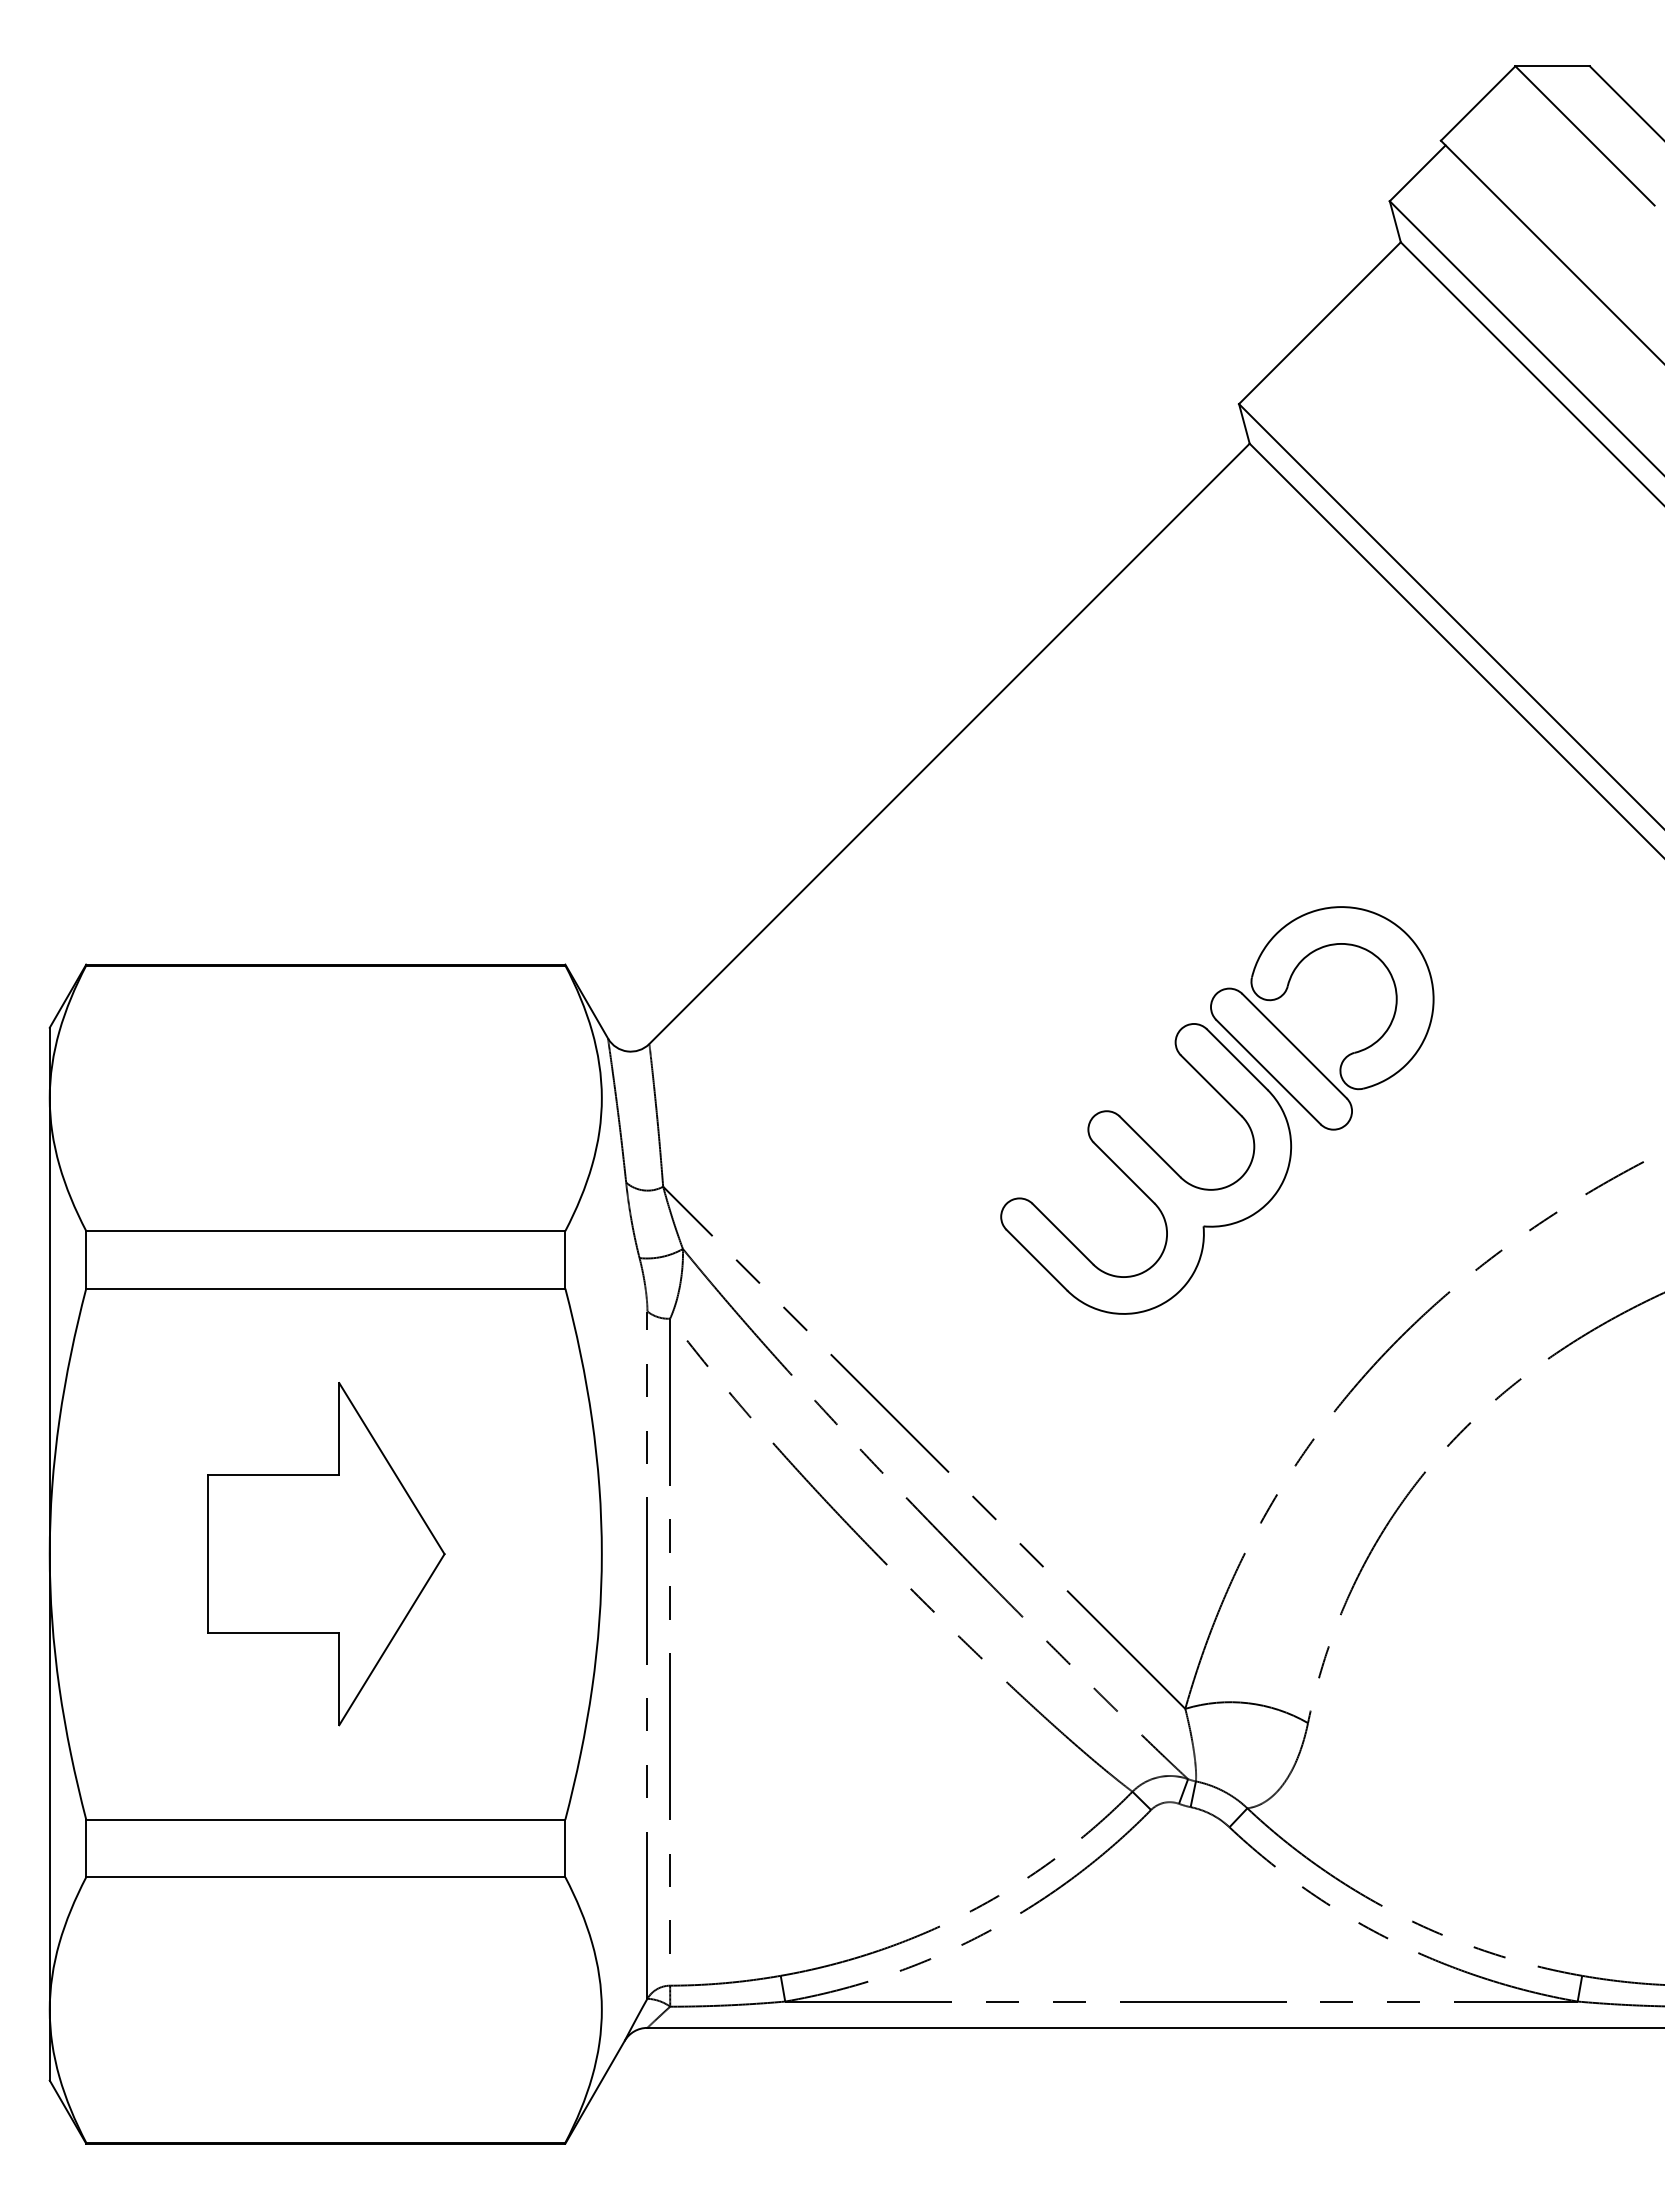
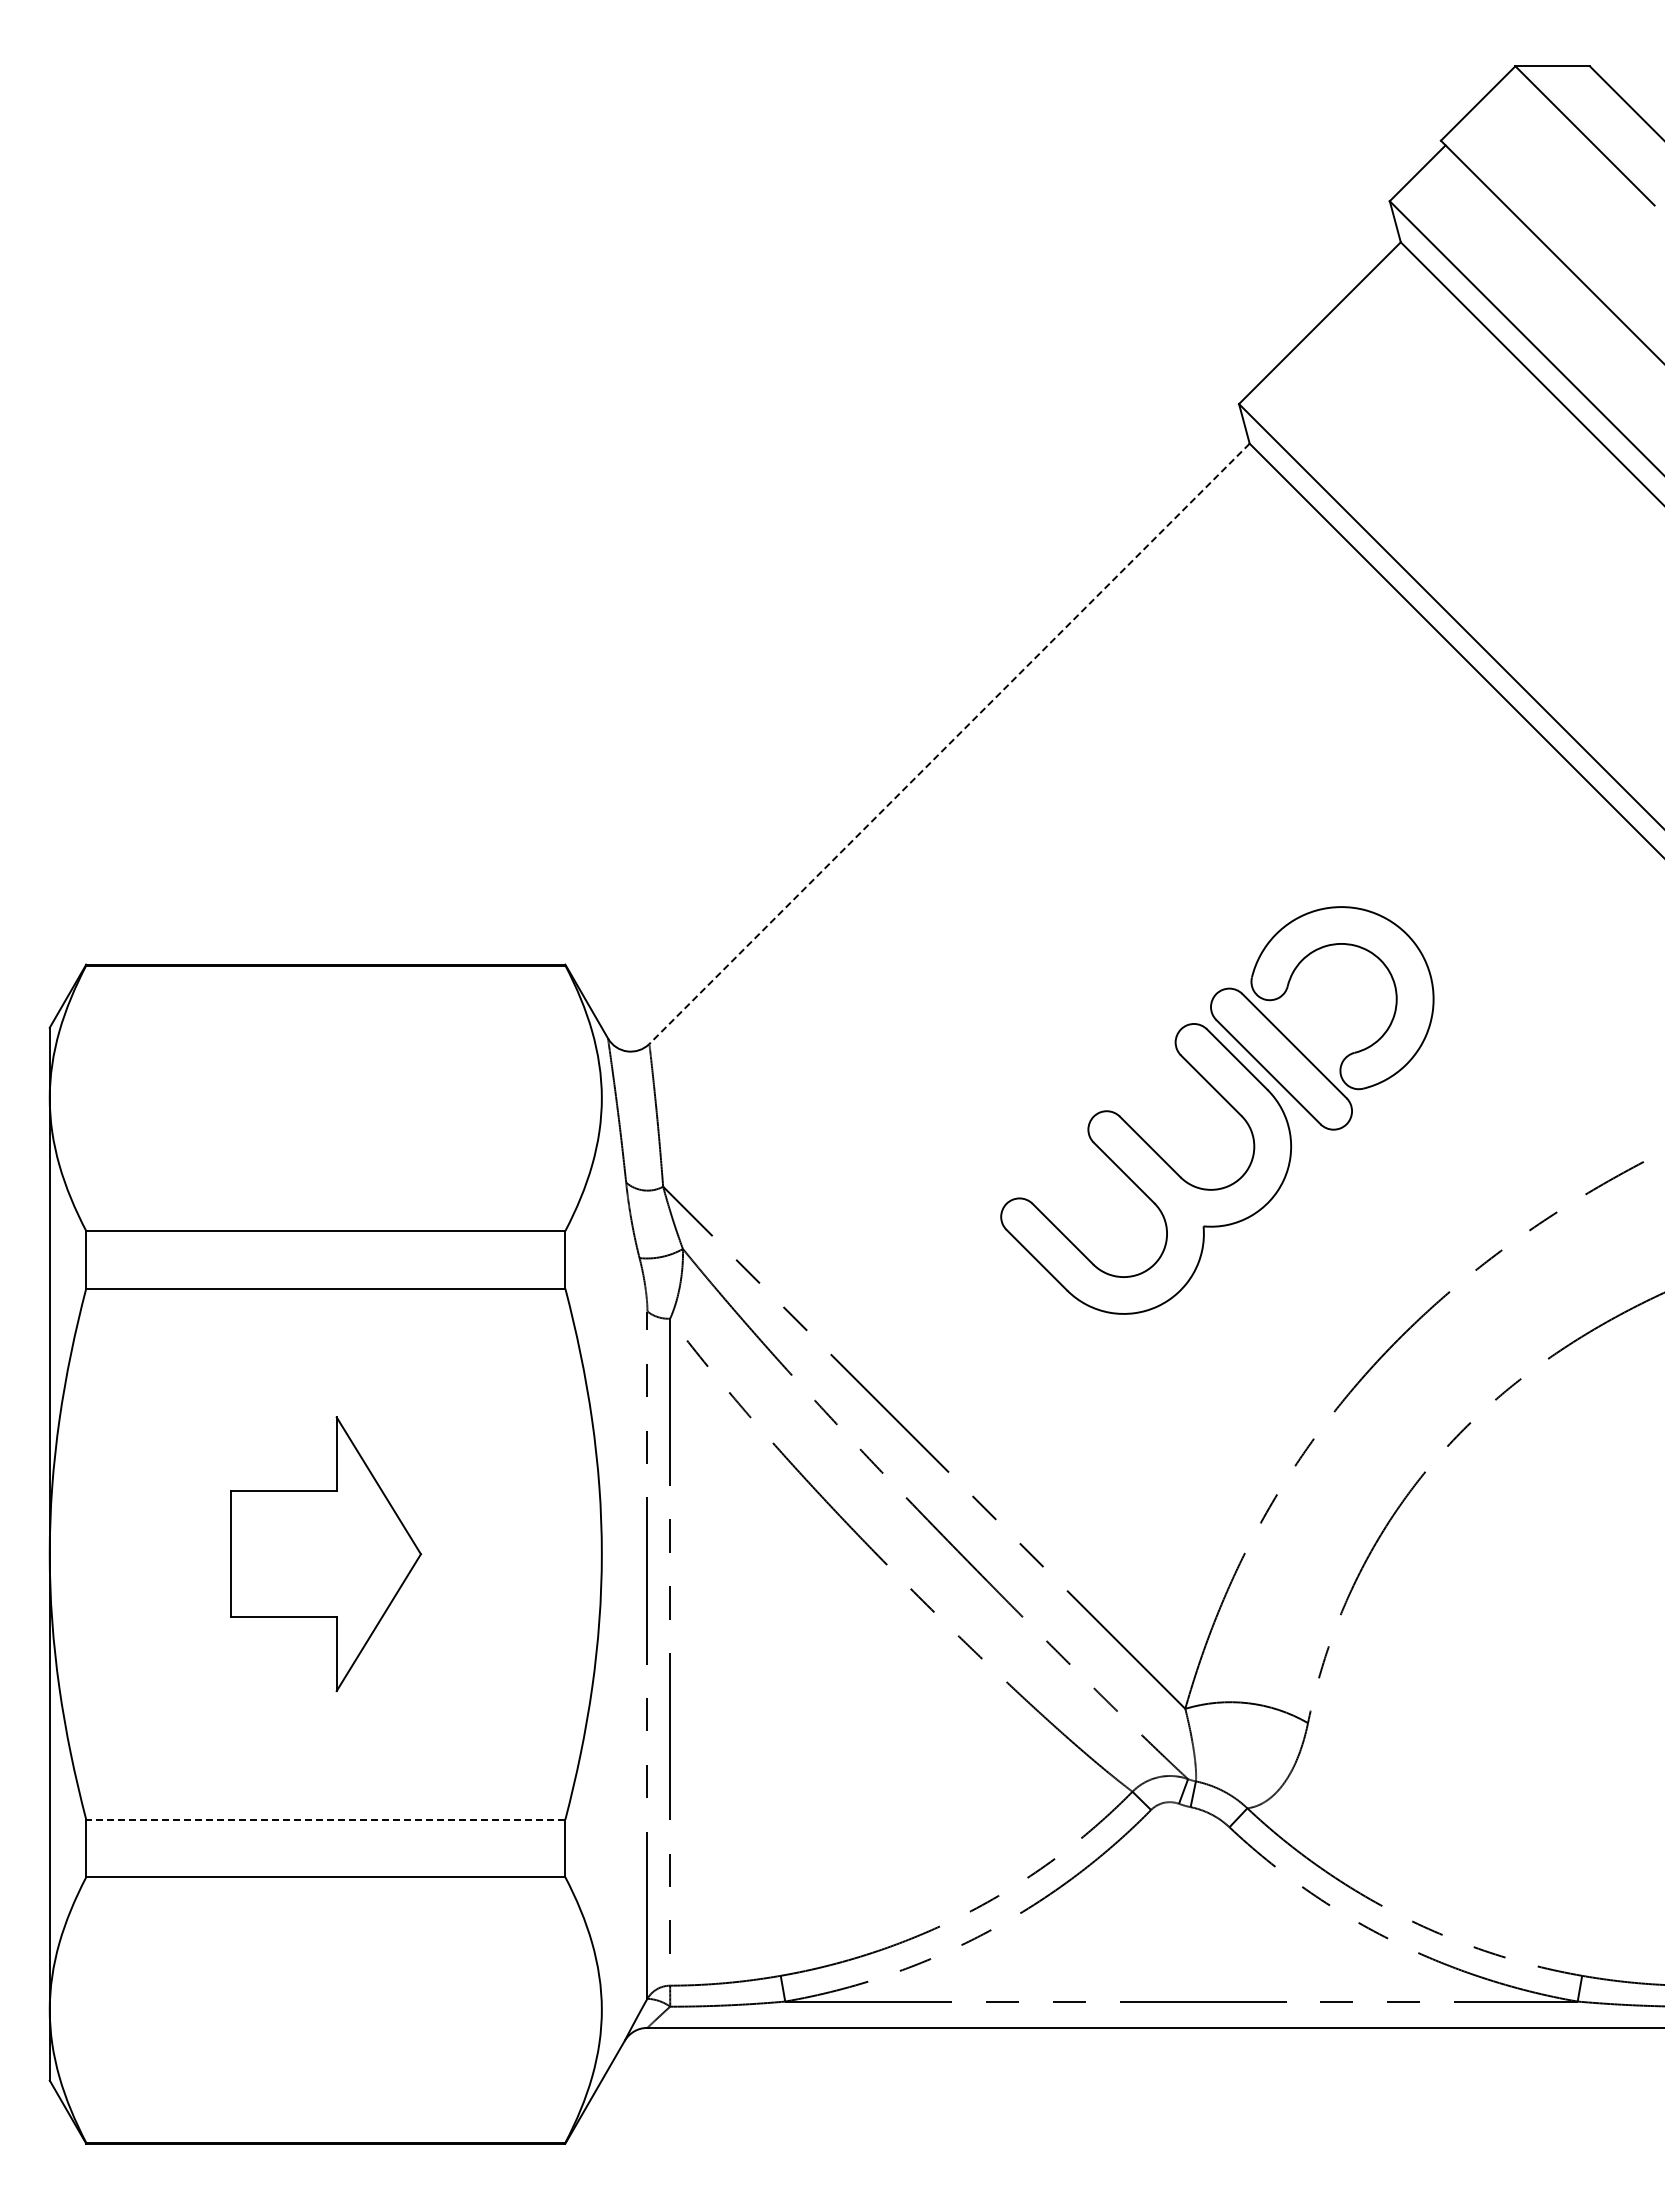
line at (949, 743): solid -> dashed
part at (326, 1554) size: 239x345 px -> 192x276 px
line at (325, 1819): solid -> dashed
